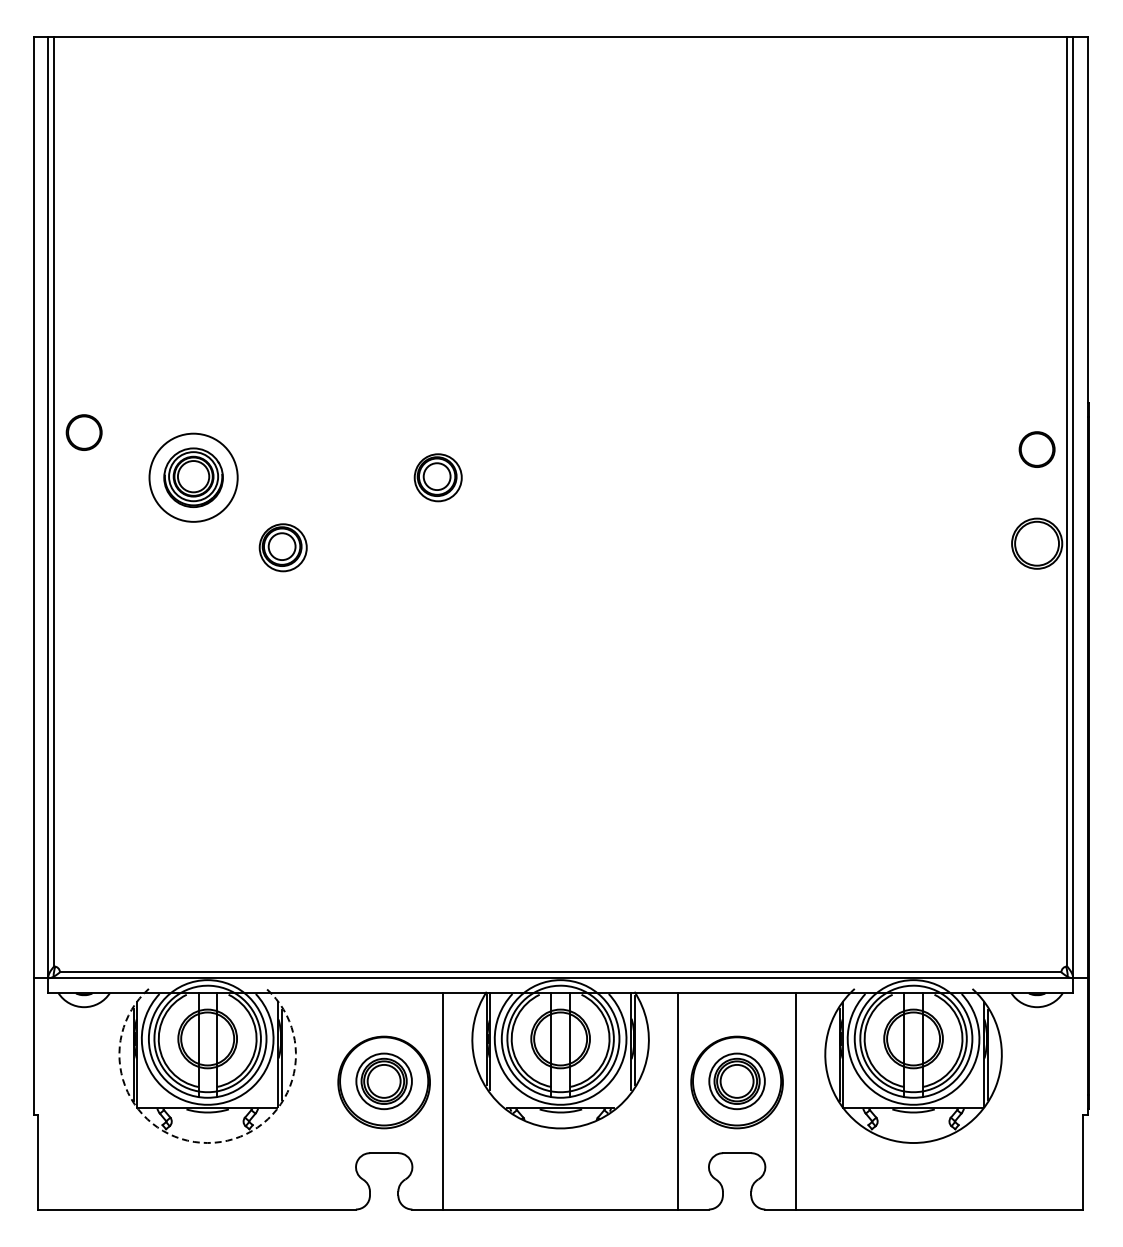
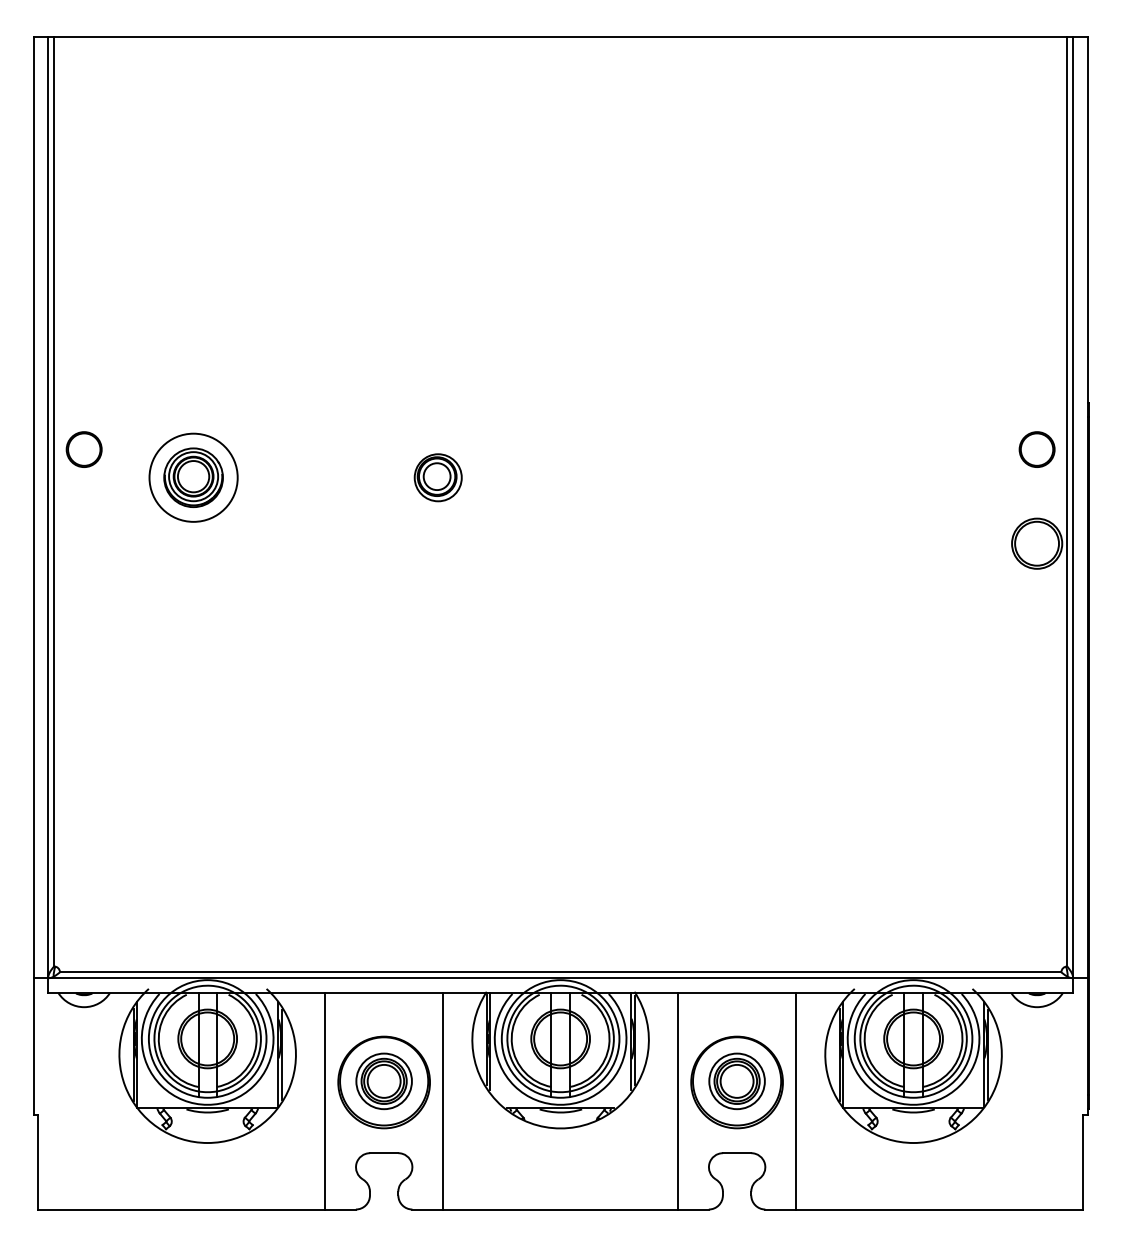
circle at (83, 432) position: (83, 432) -> (83, 449)
part at (282, 547): present -> none
line at (325, 1100): none -> present
arc at (207, 1143): dashed -> solid
